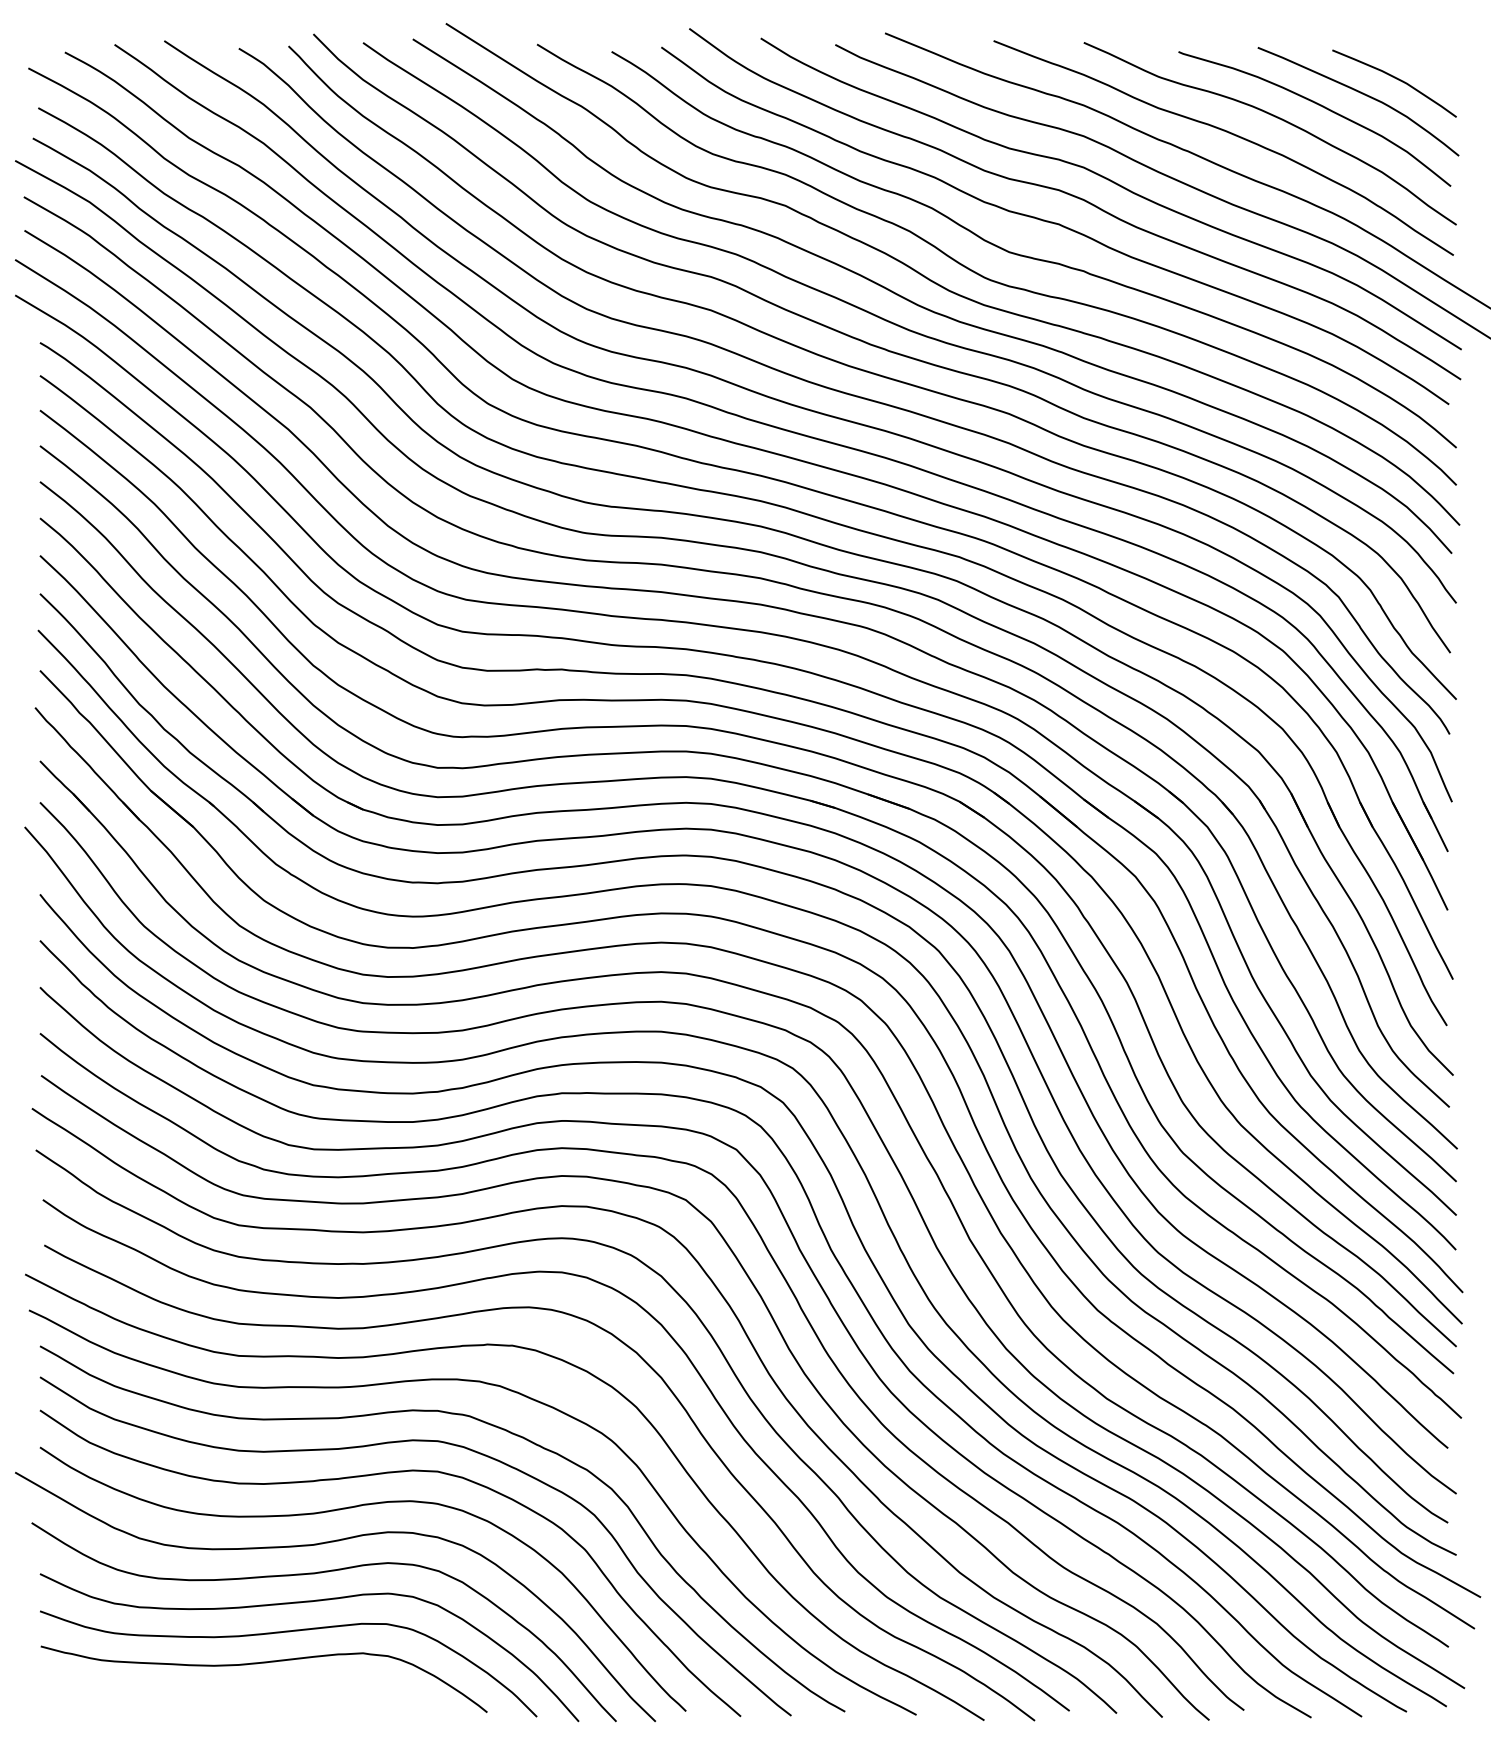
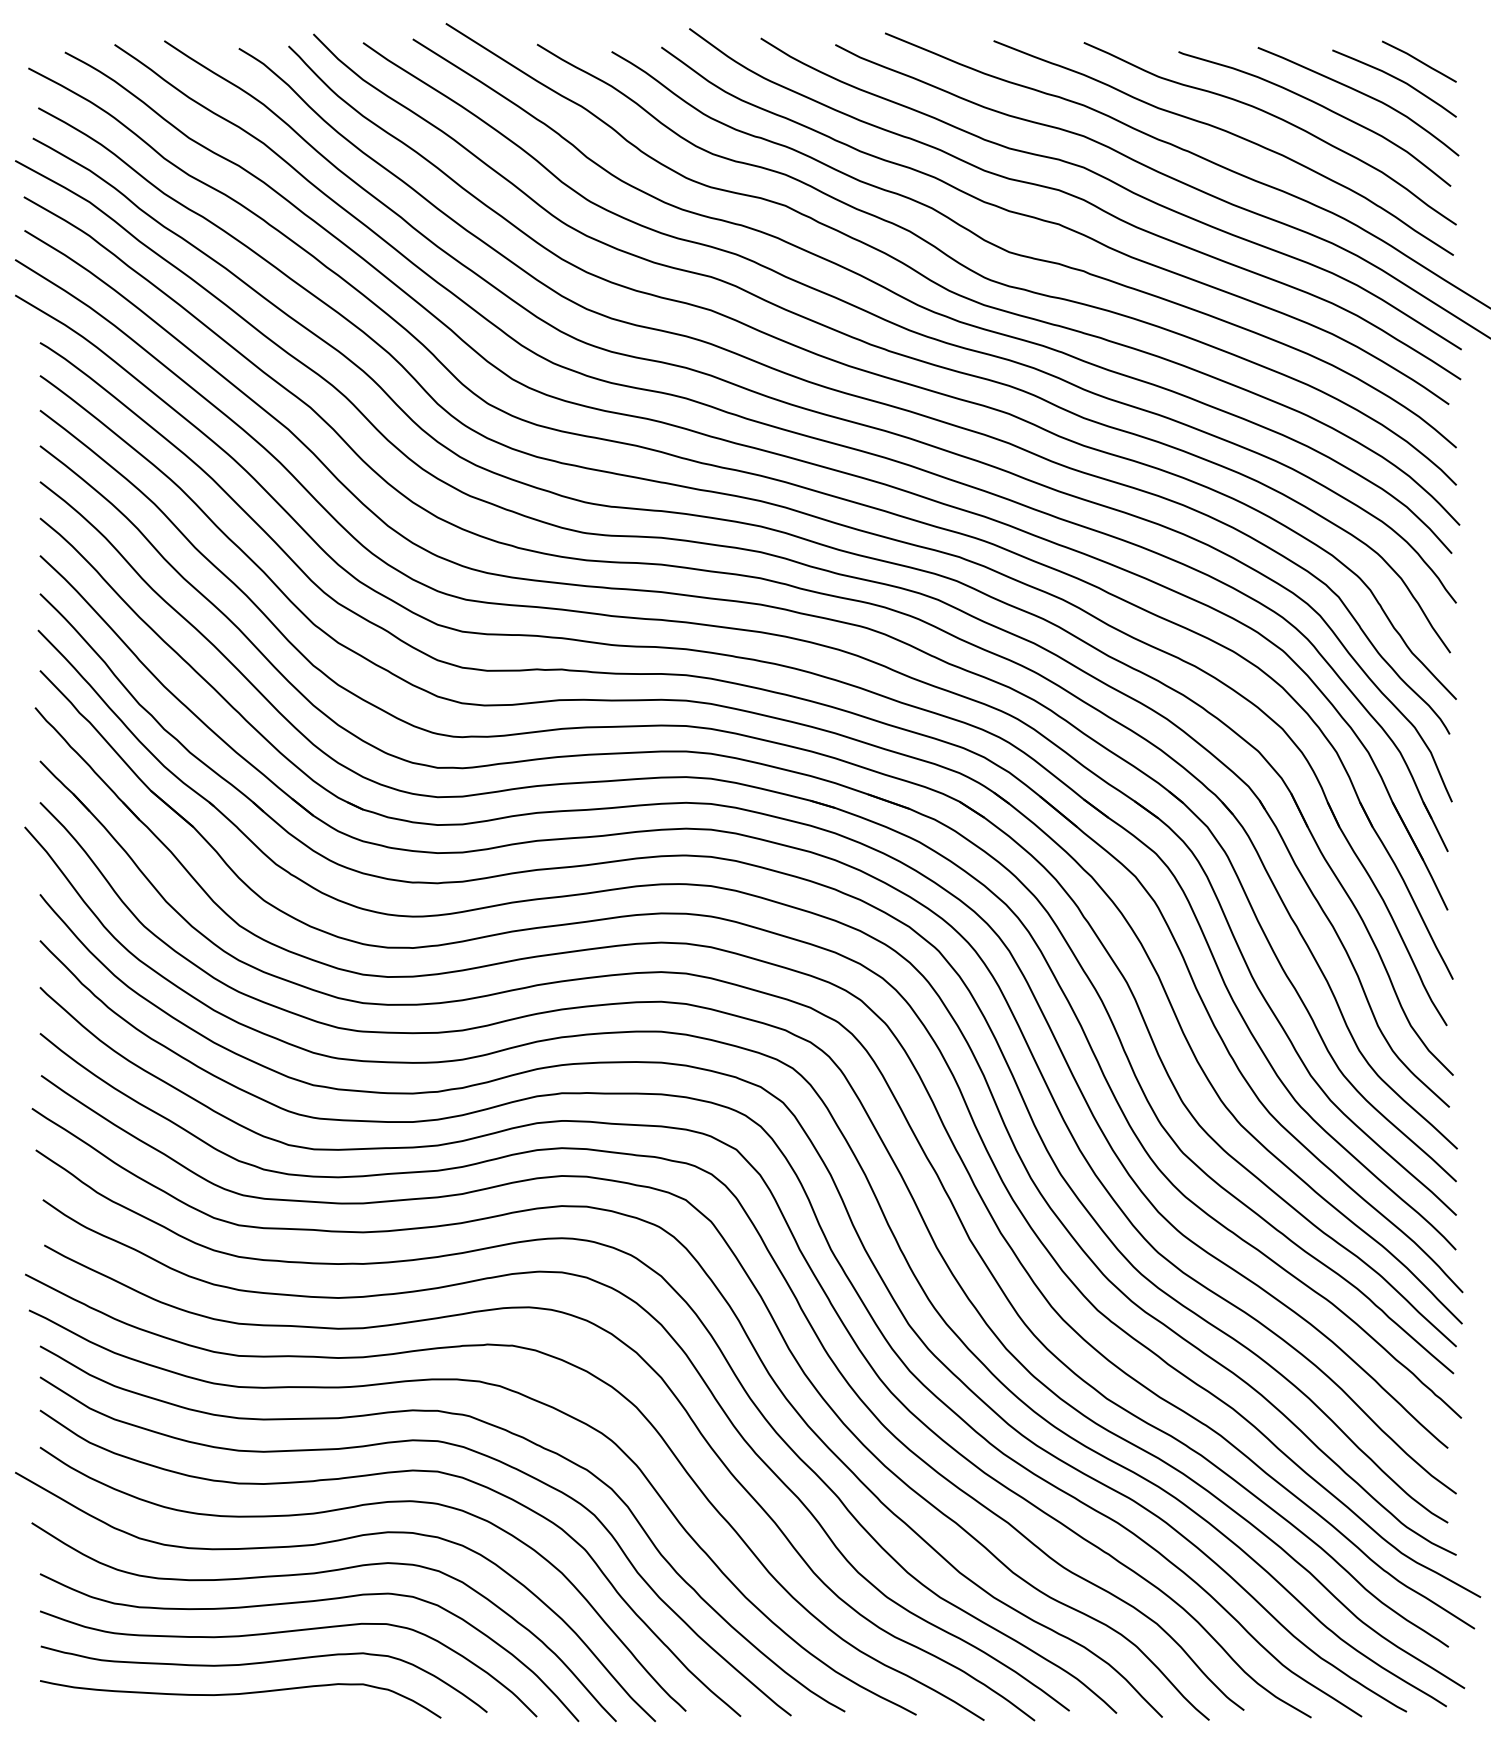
line at (1419, 61): none -> present
curve at (240, 1694): none -> present
